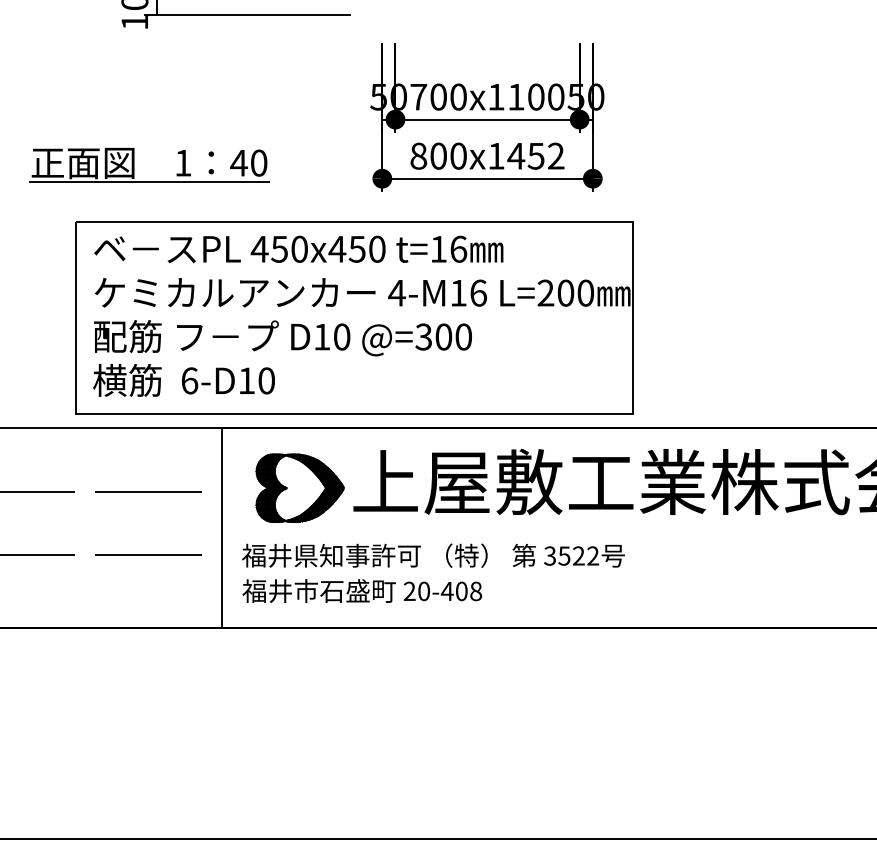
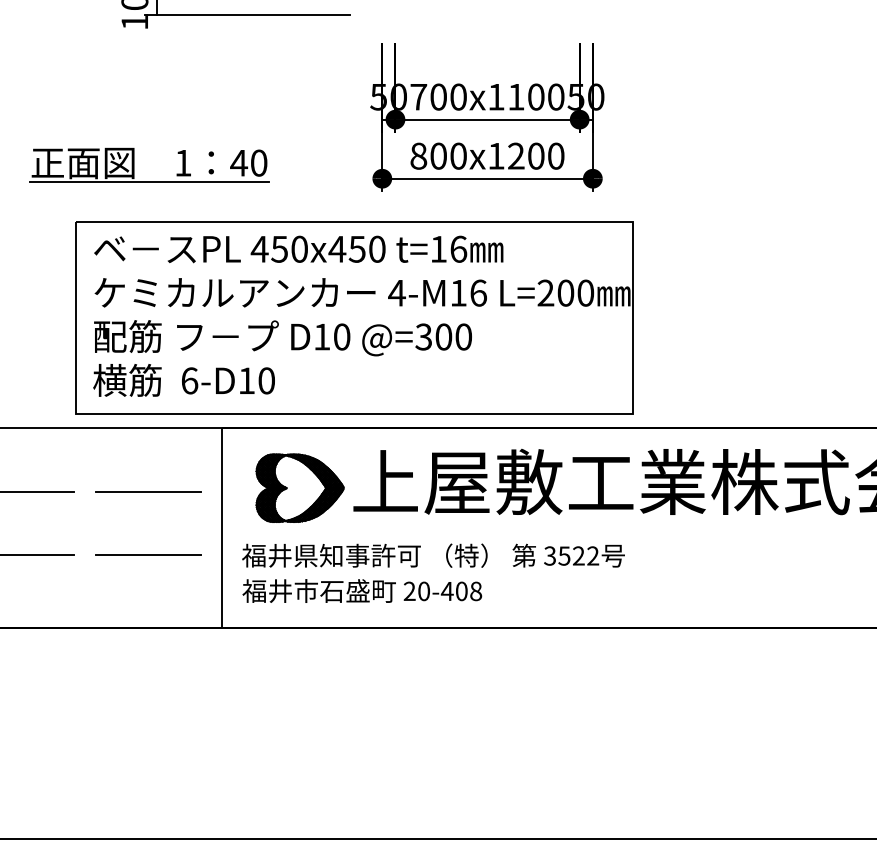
text at (535, 155): 800x1452 -> 800x1200
